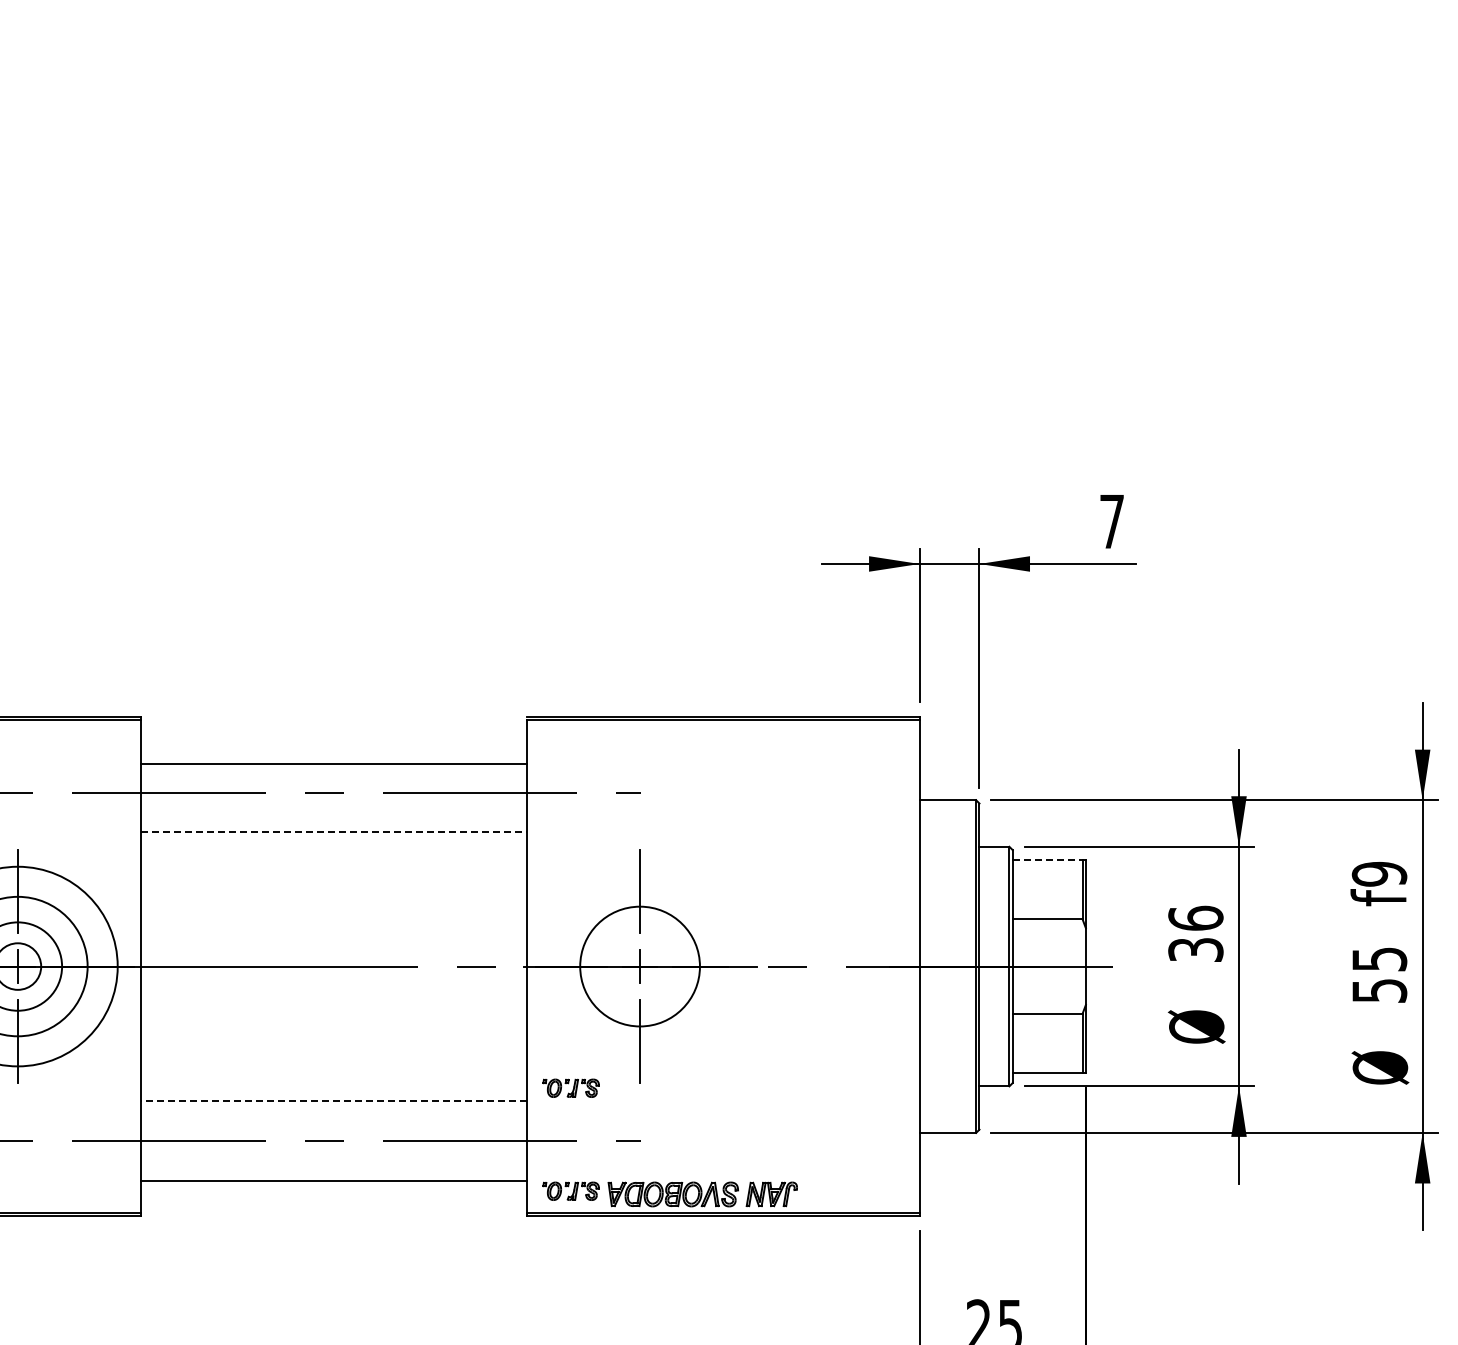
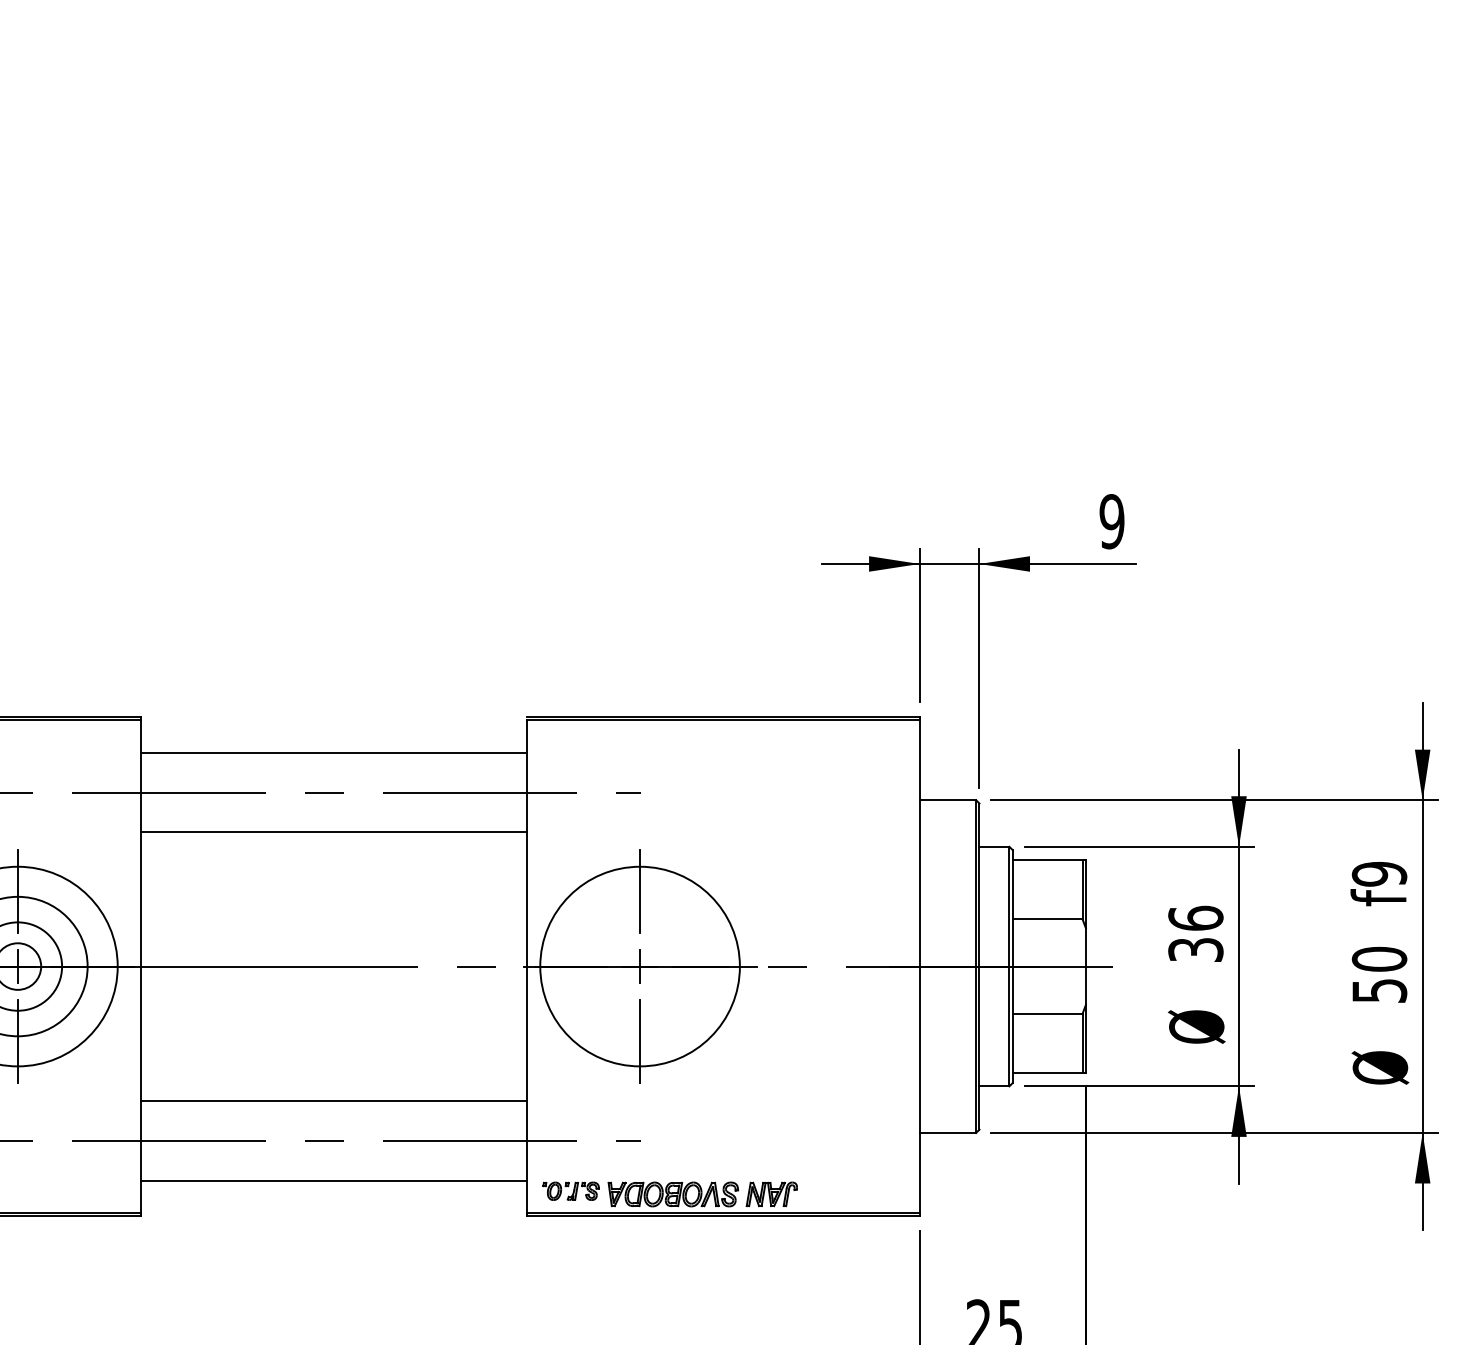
text at (1111, 521): 7 -> 9
line at (333, 763) position: (333, 763) -> (333, 752)
line at (333, 832): dashed -> solid
line at (1047, 860): dashed -> solid
text at (1379, 958): 55 -> 50
circle at (639, 966) diameter: 120 px -> 200 px
part at (570, 1087): present -> none
line at (333, 1100): dashed -> solid
